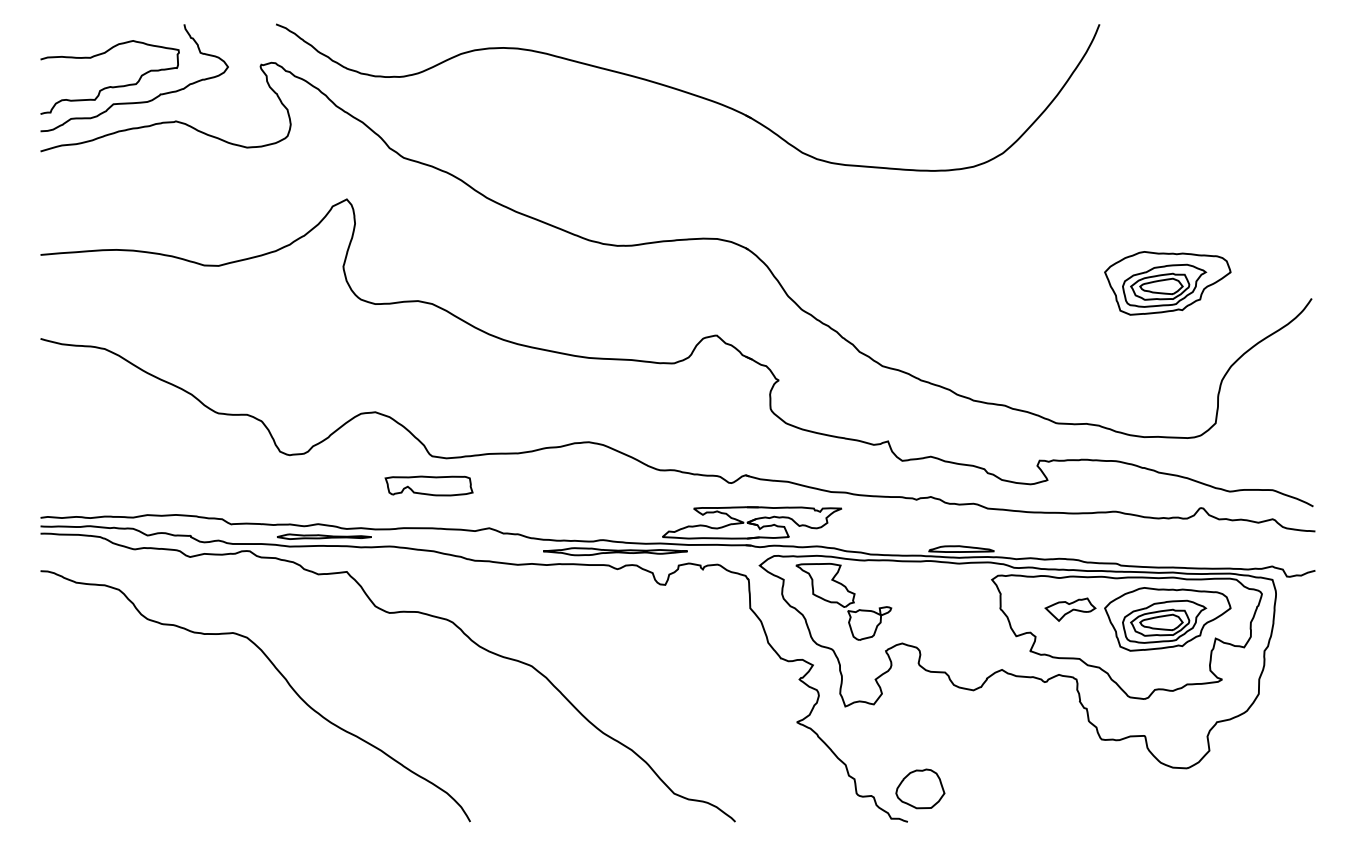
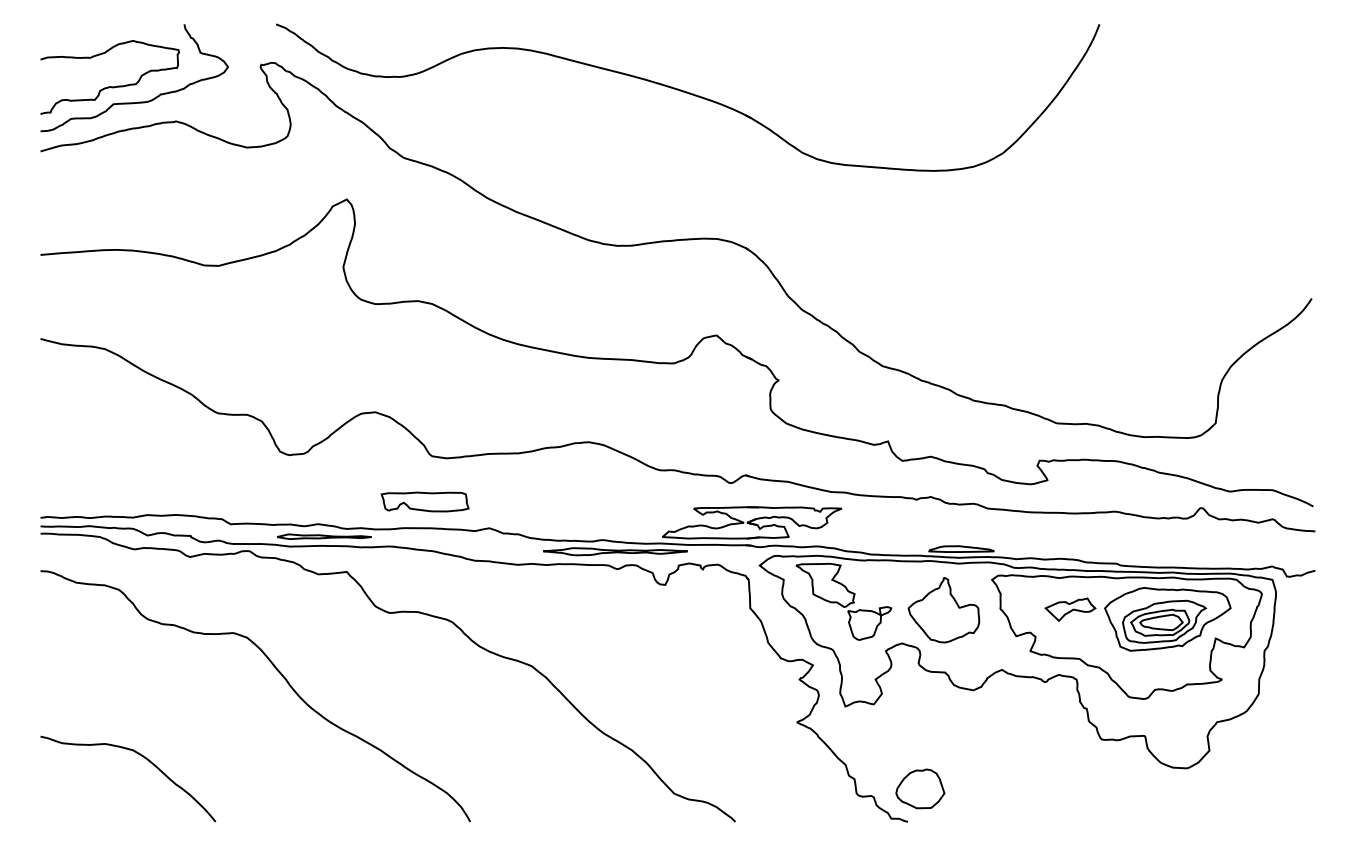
part at (1167, 283): present -> none
part at (428, 485) position: (428, 485) -> (424, 501)
part at (943, 610): none -> present
curve at (139, 755): none -> present
